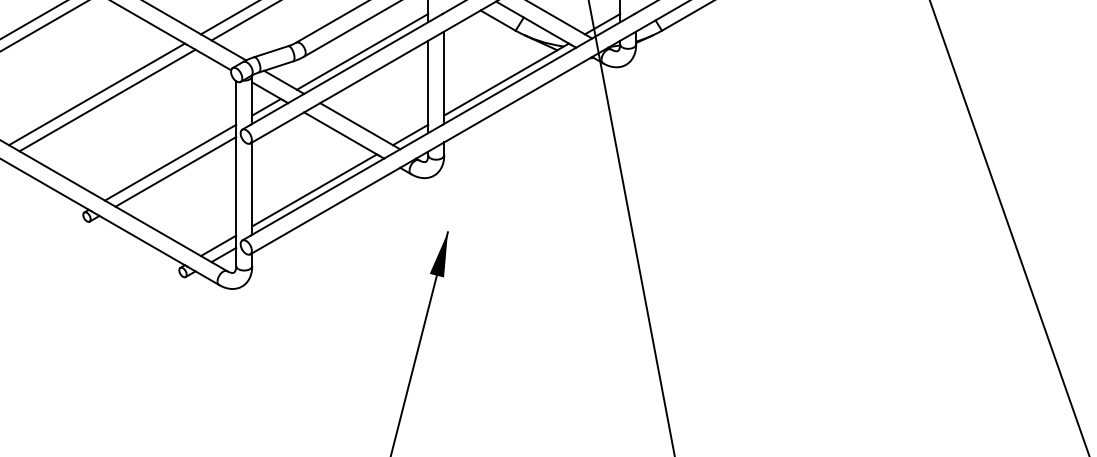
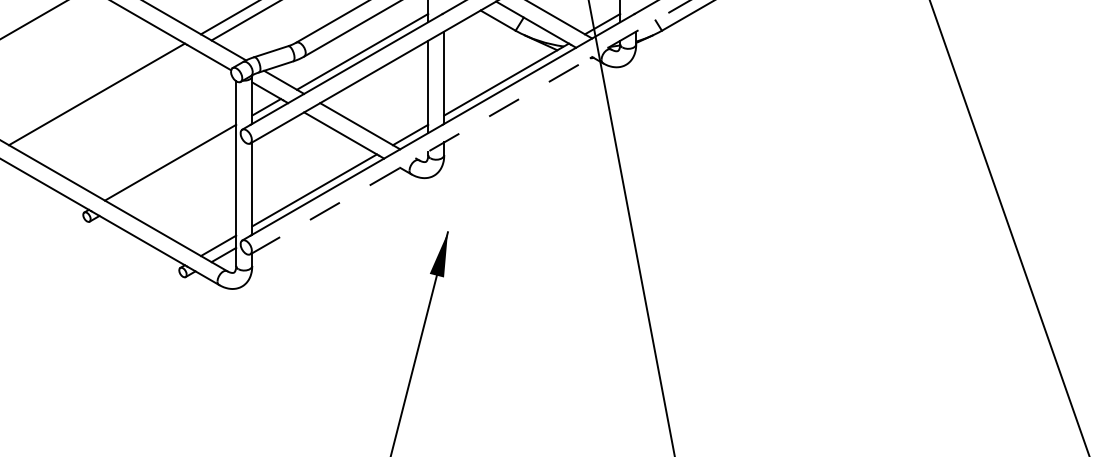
line at (43, 26): present -> none
line at (107, 100): present -> none
line at (471, 126): solid -> dashed
line at (175, 171): present -> none
